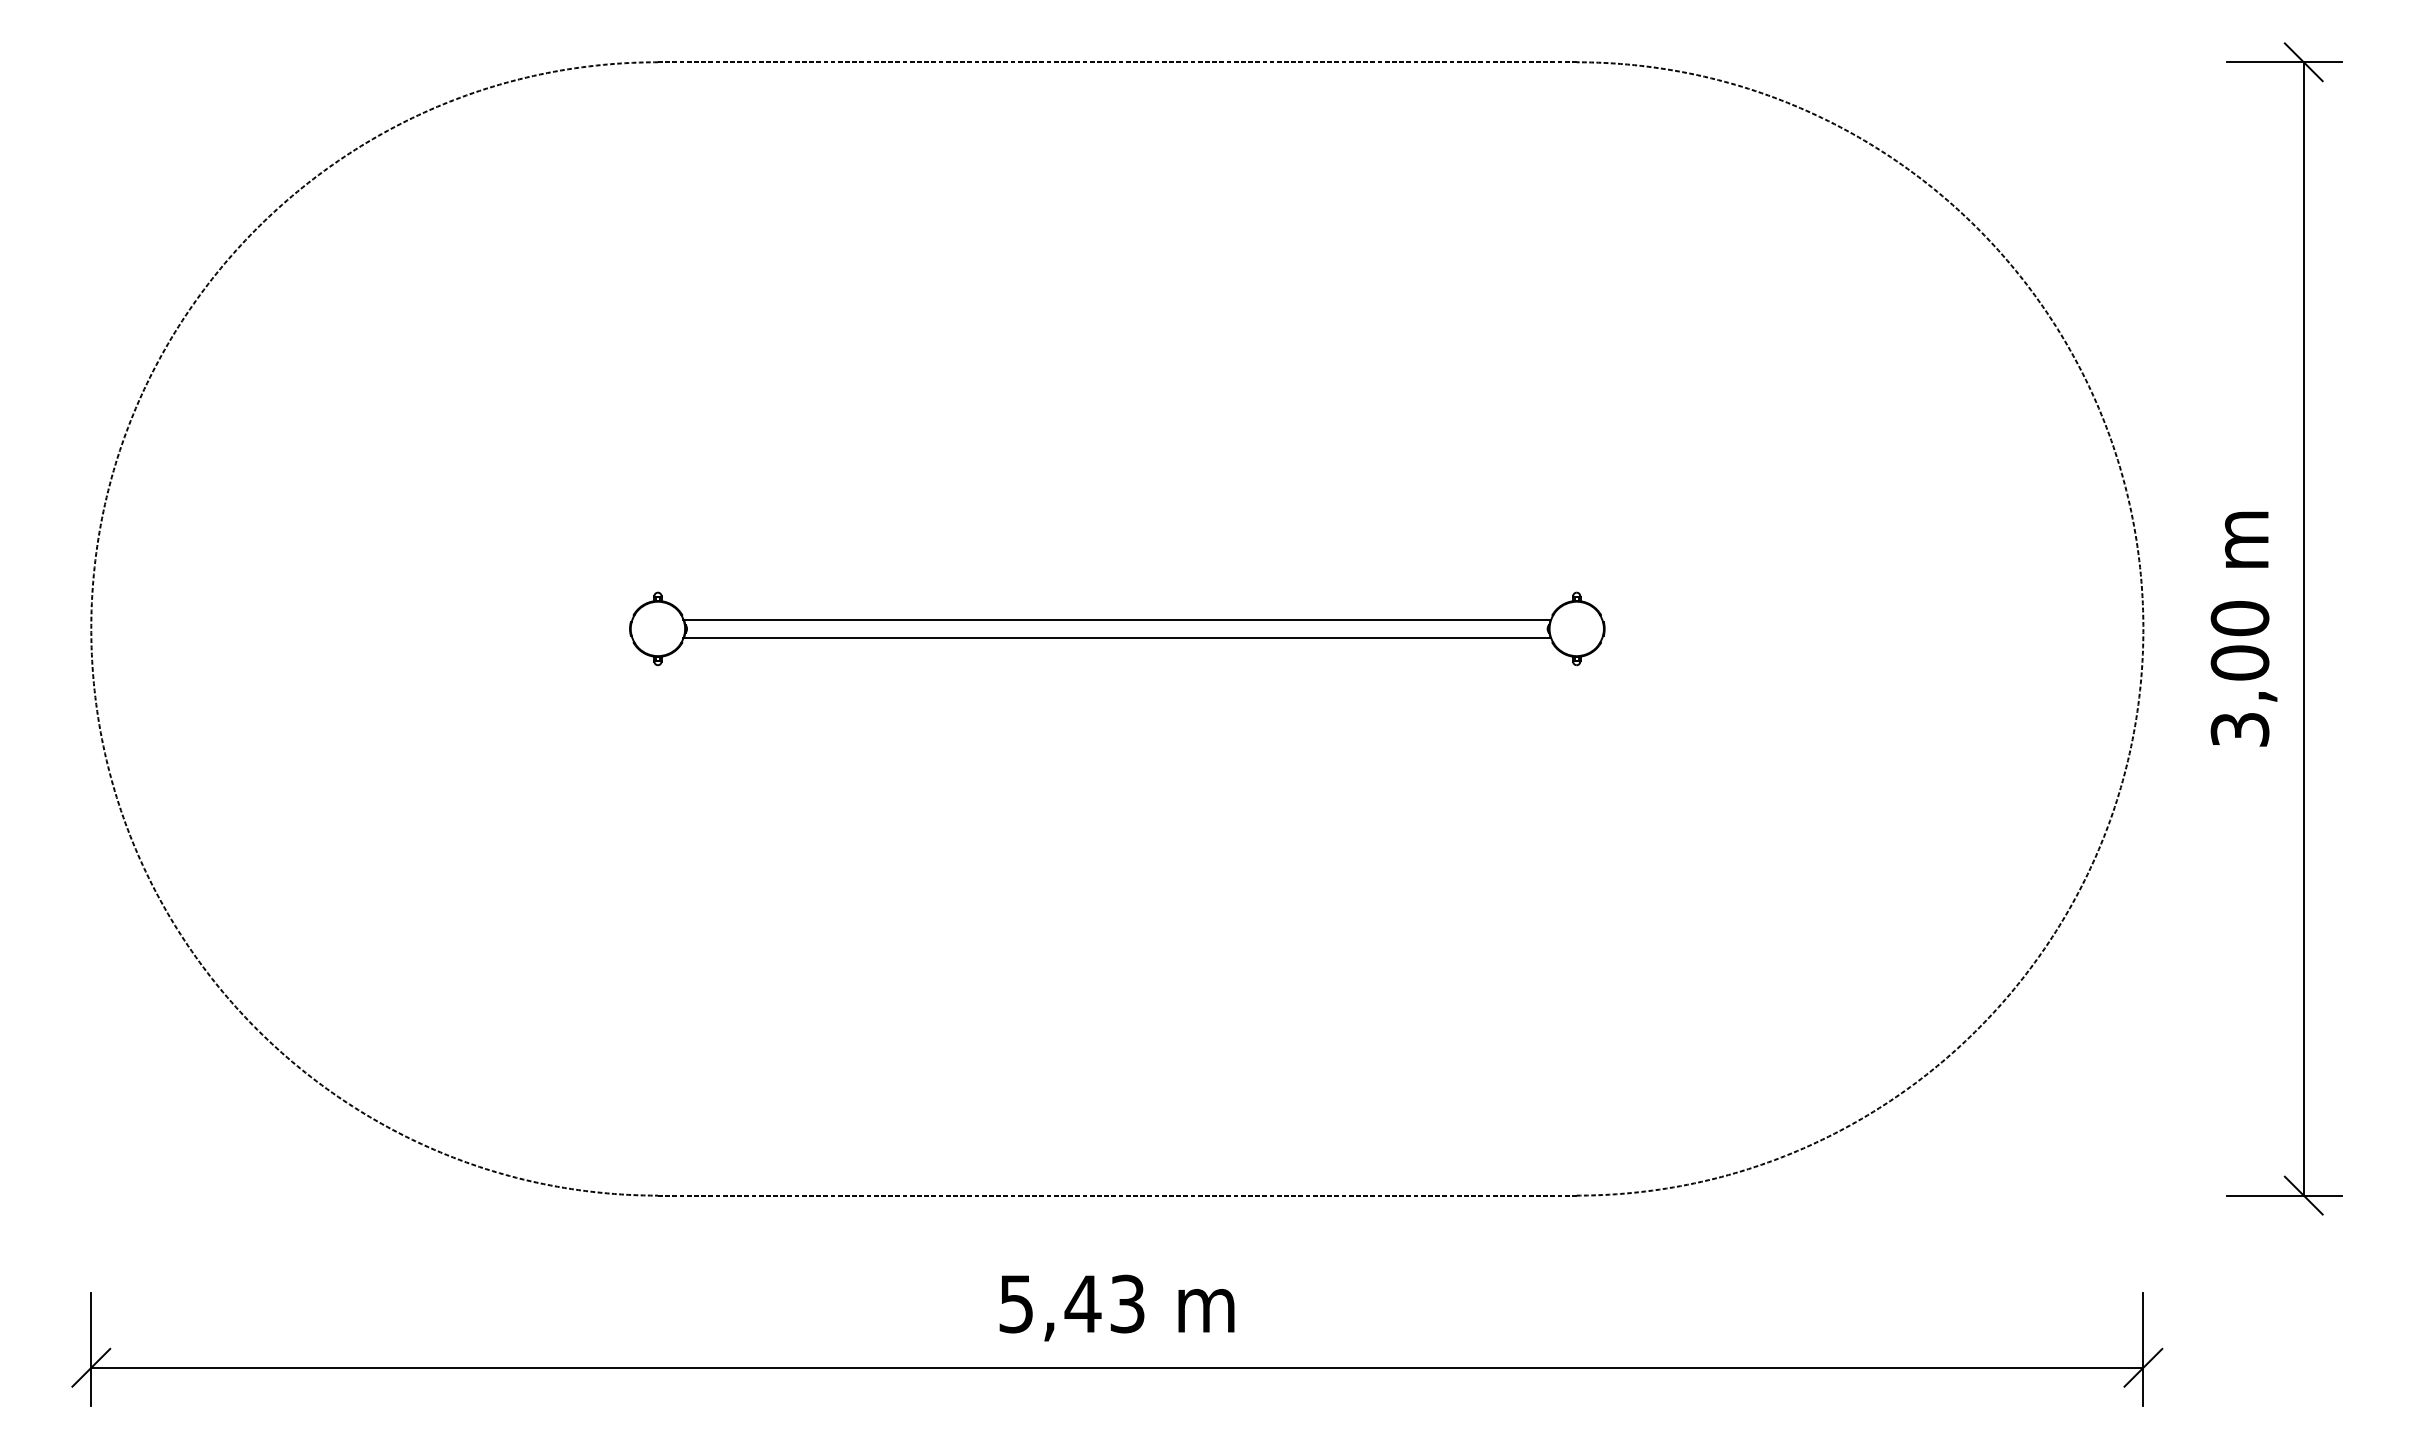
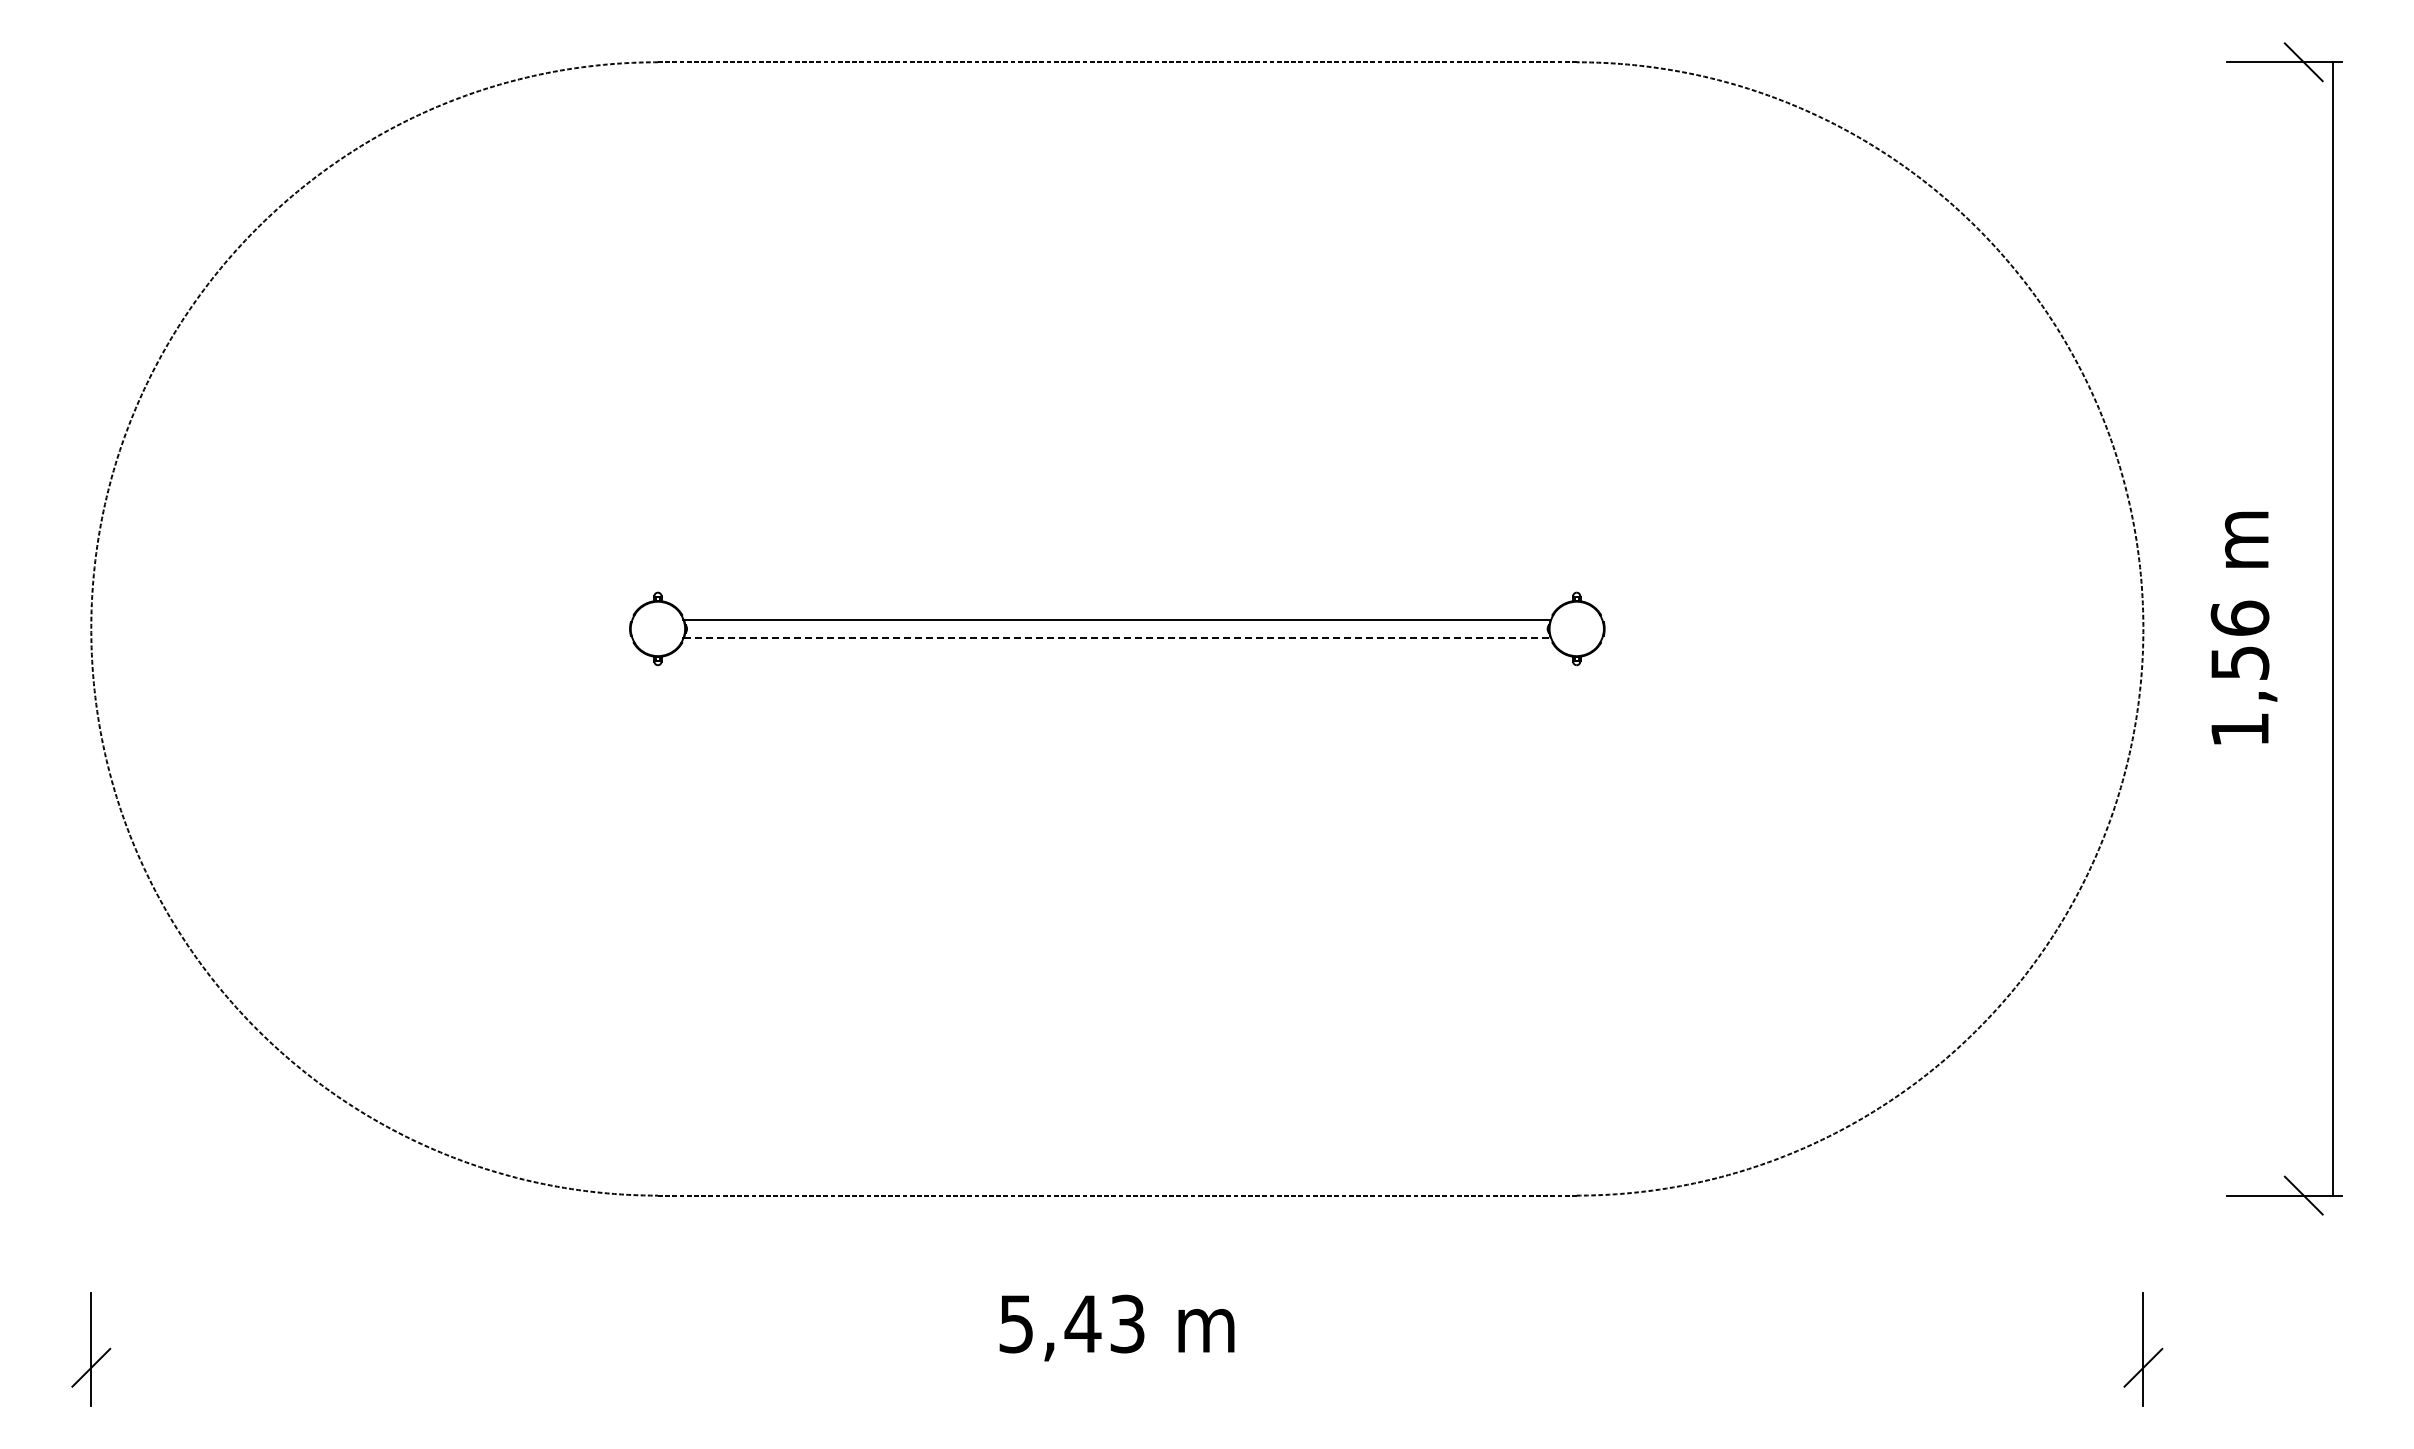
line at (2303, 628) position: (2303, 628) -> (2332, 628)
line at (1117, 638): solid -> dashed
text at (2239, 673): 3,00 -> 1,56
text at (1116, 1307) position: (1116, 1307) -> (1116, 1327)
line at (1117, 1367): present -> none
